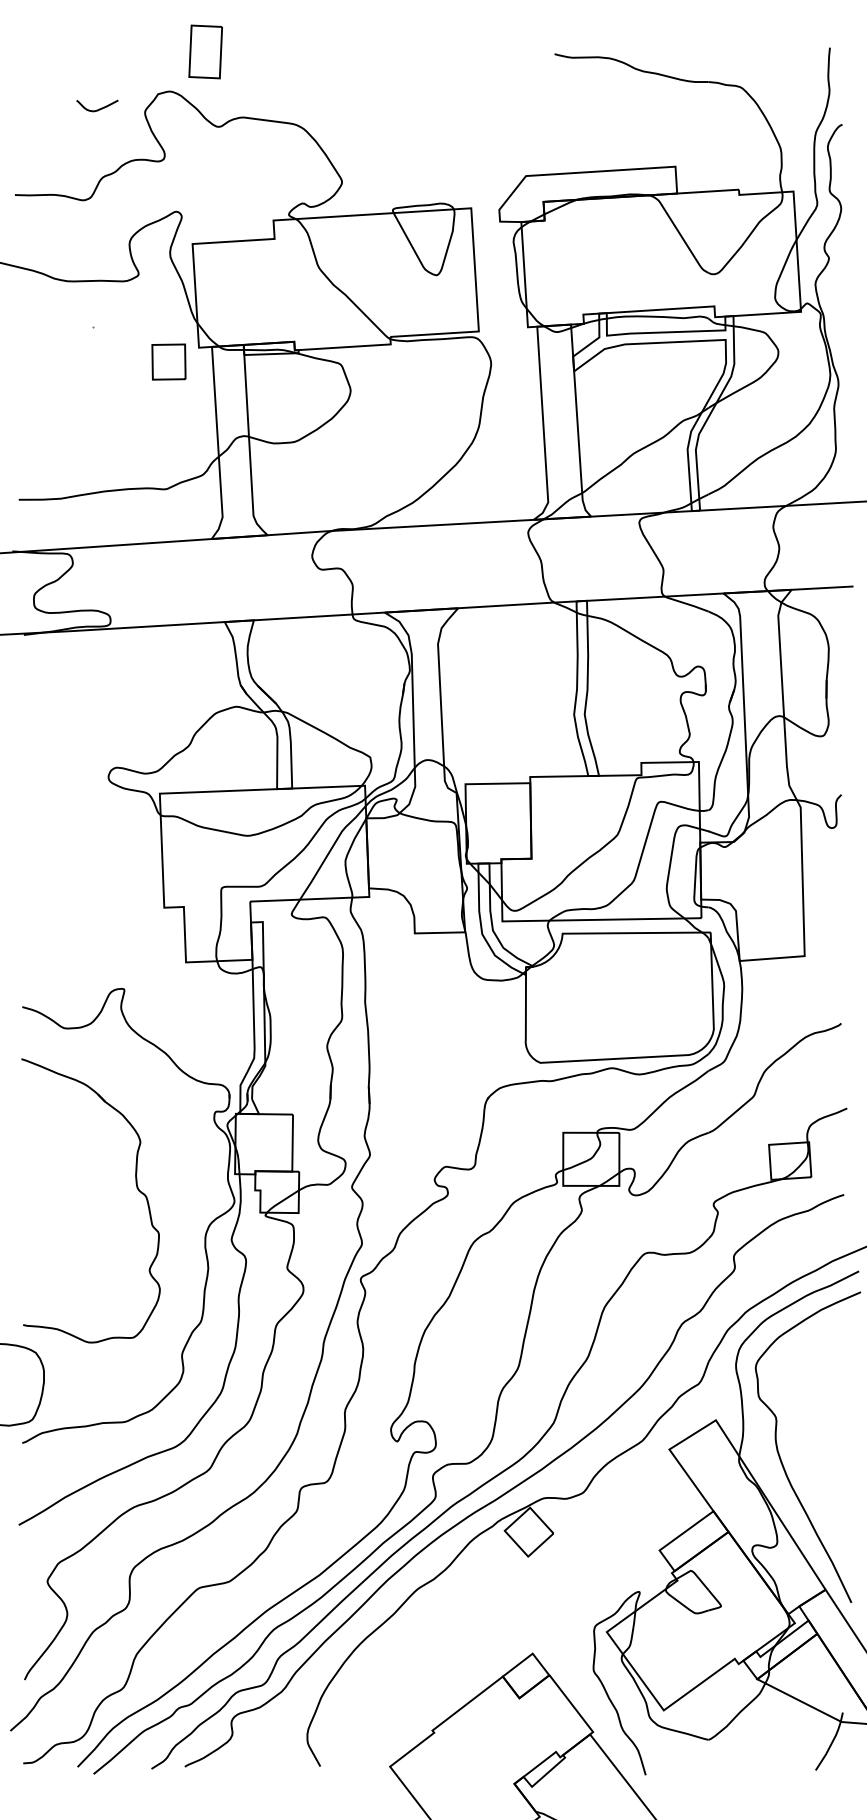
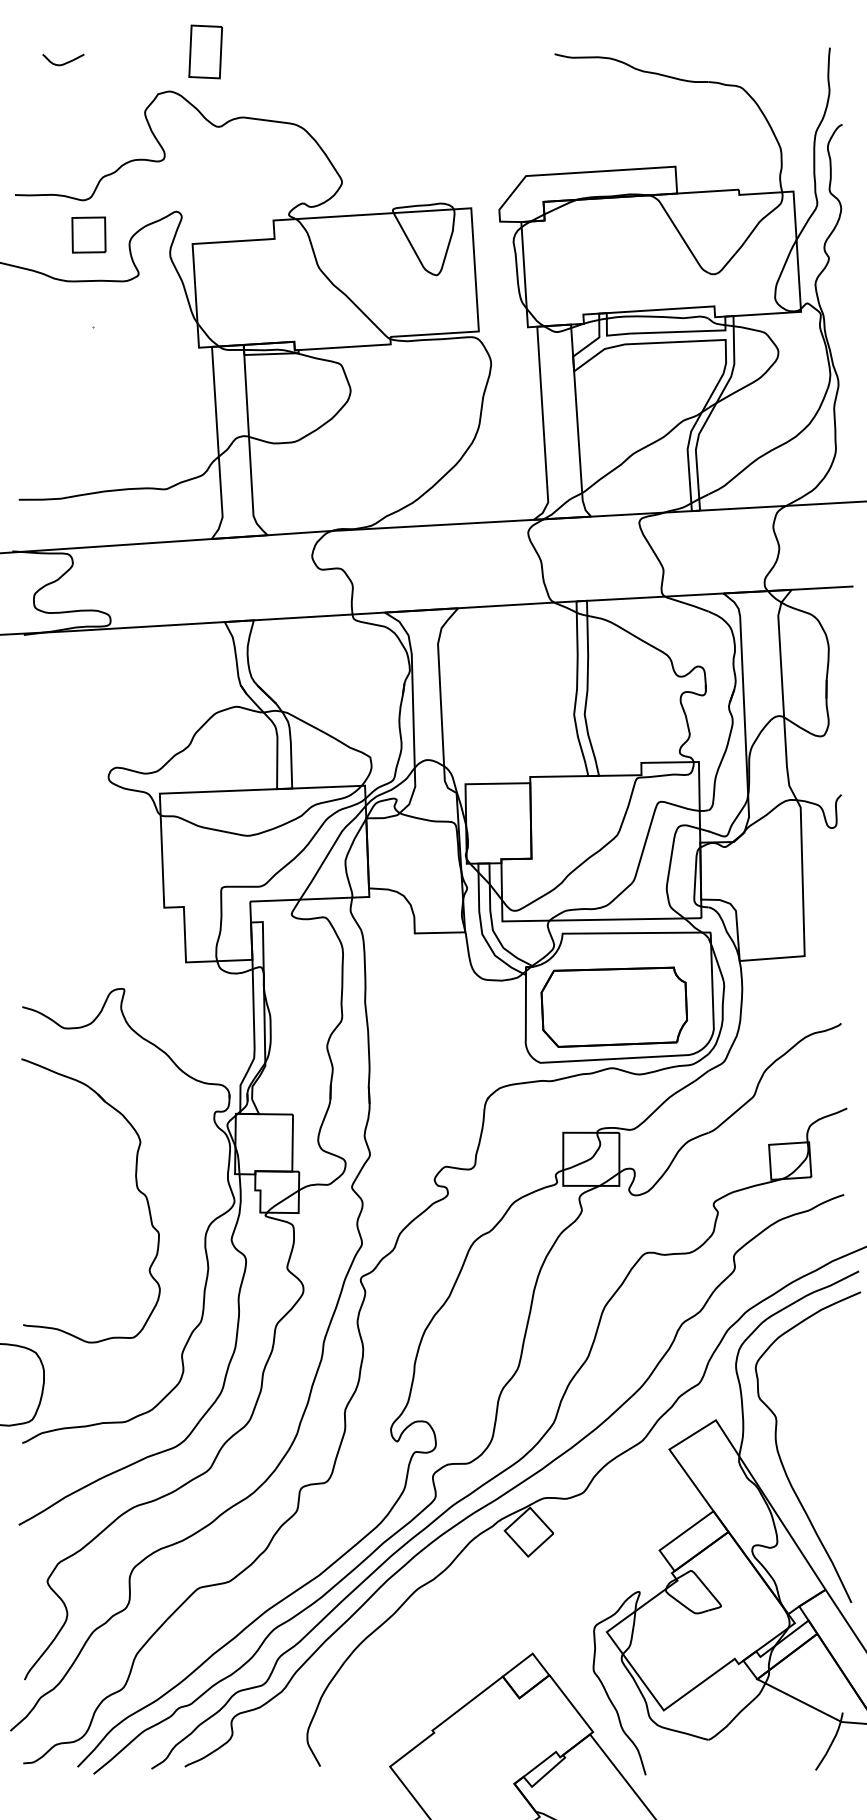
curve at (99, 108) position: (99, 108) -> (65, 62)
part at (168, 361) position: (168, 361) -> (88, 234)
part at (613, 1006): none -> present
